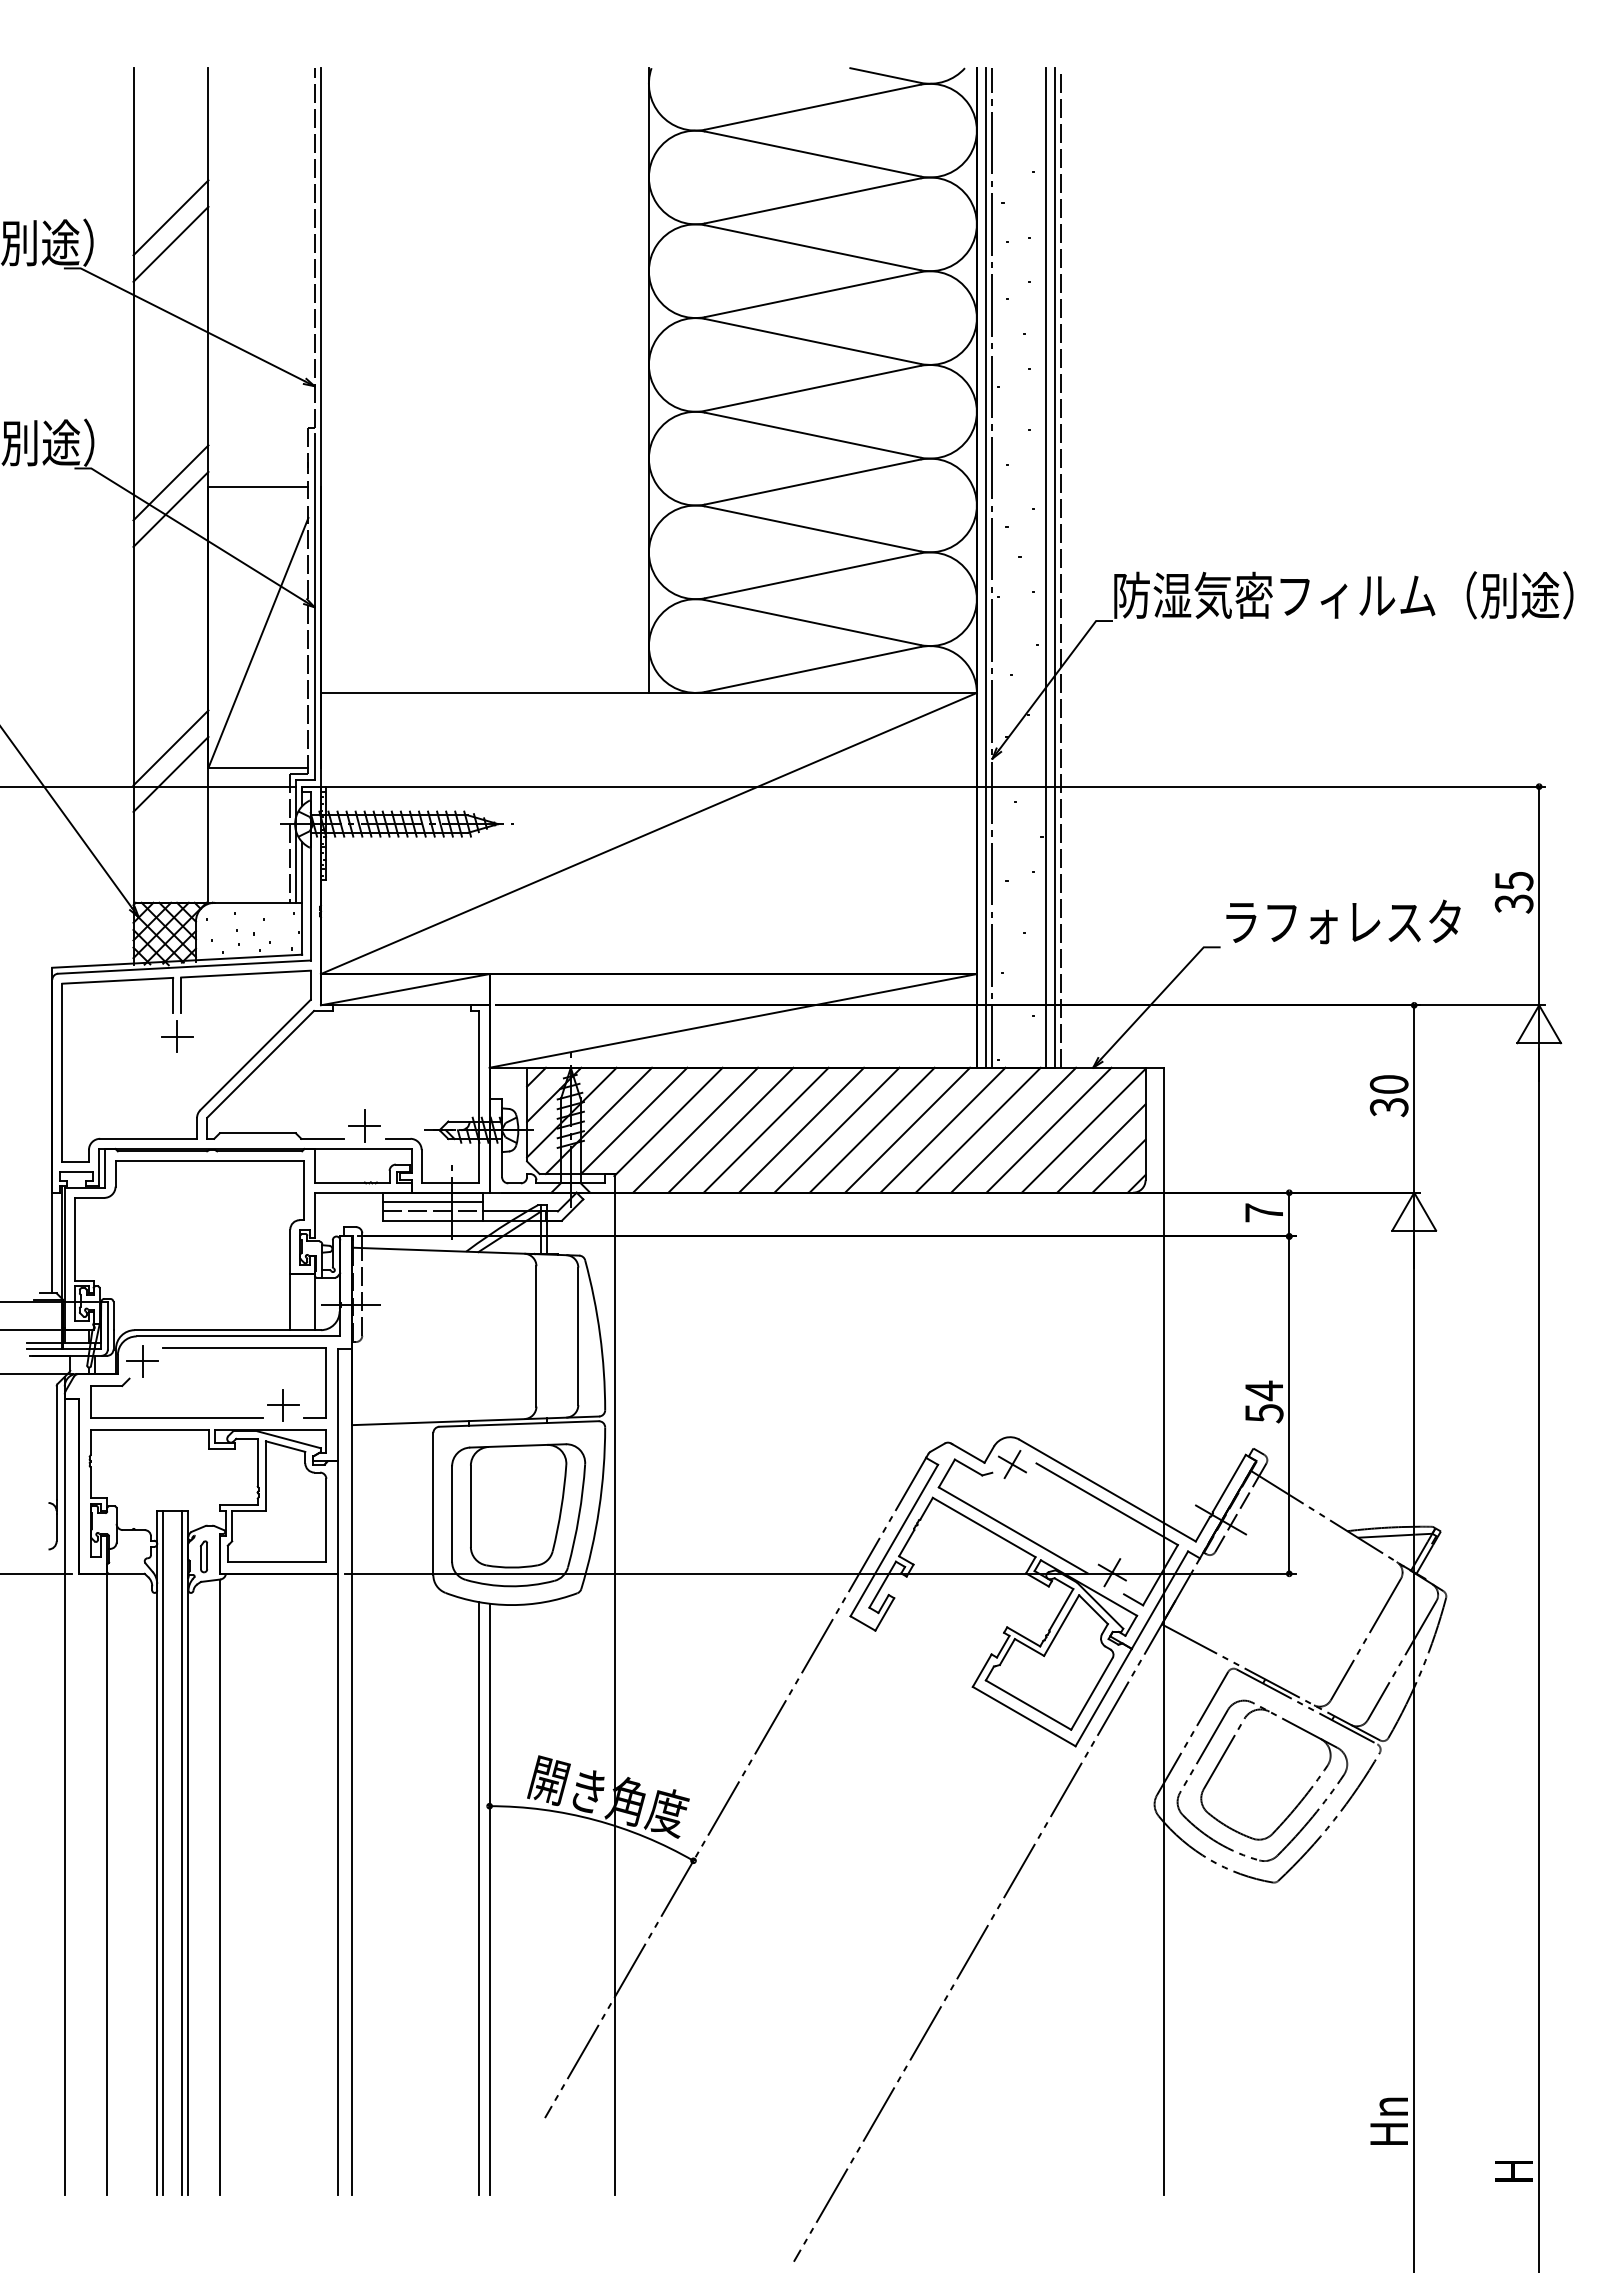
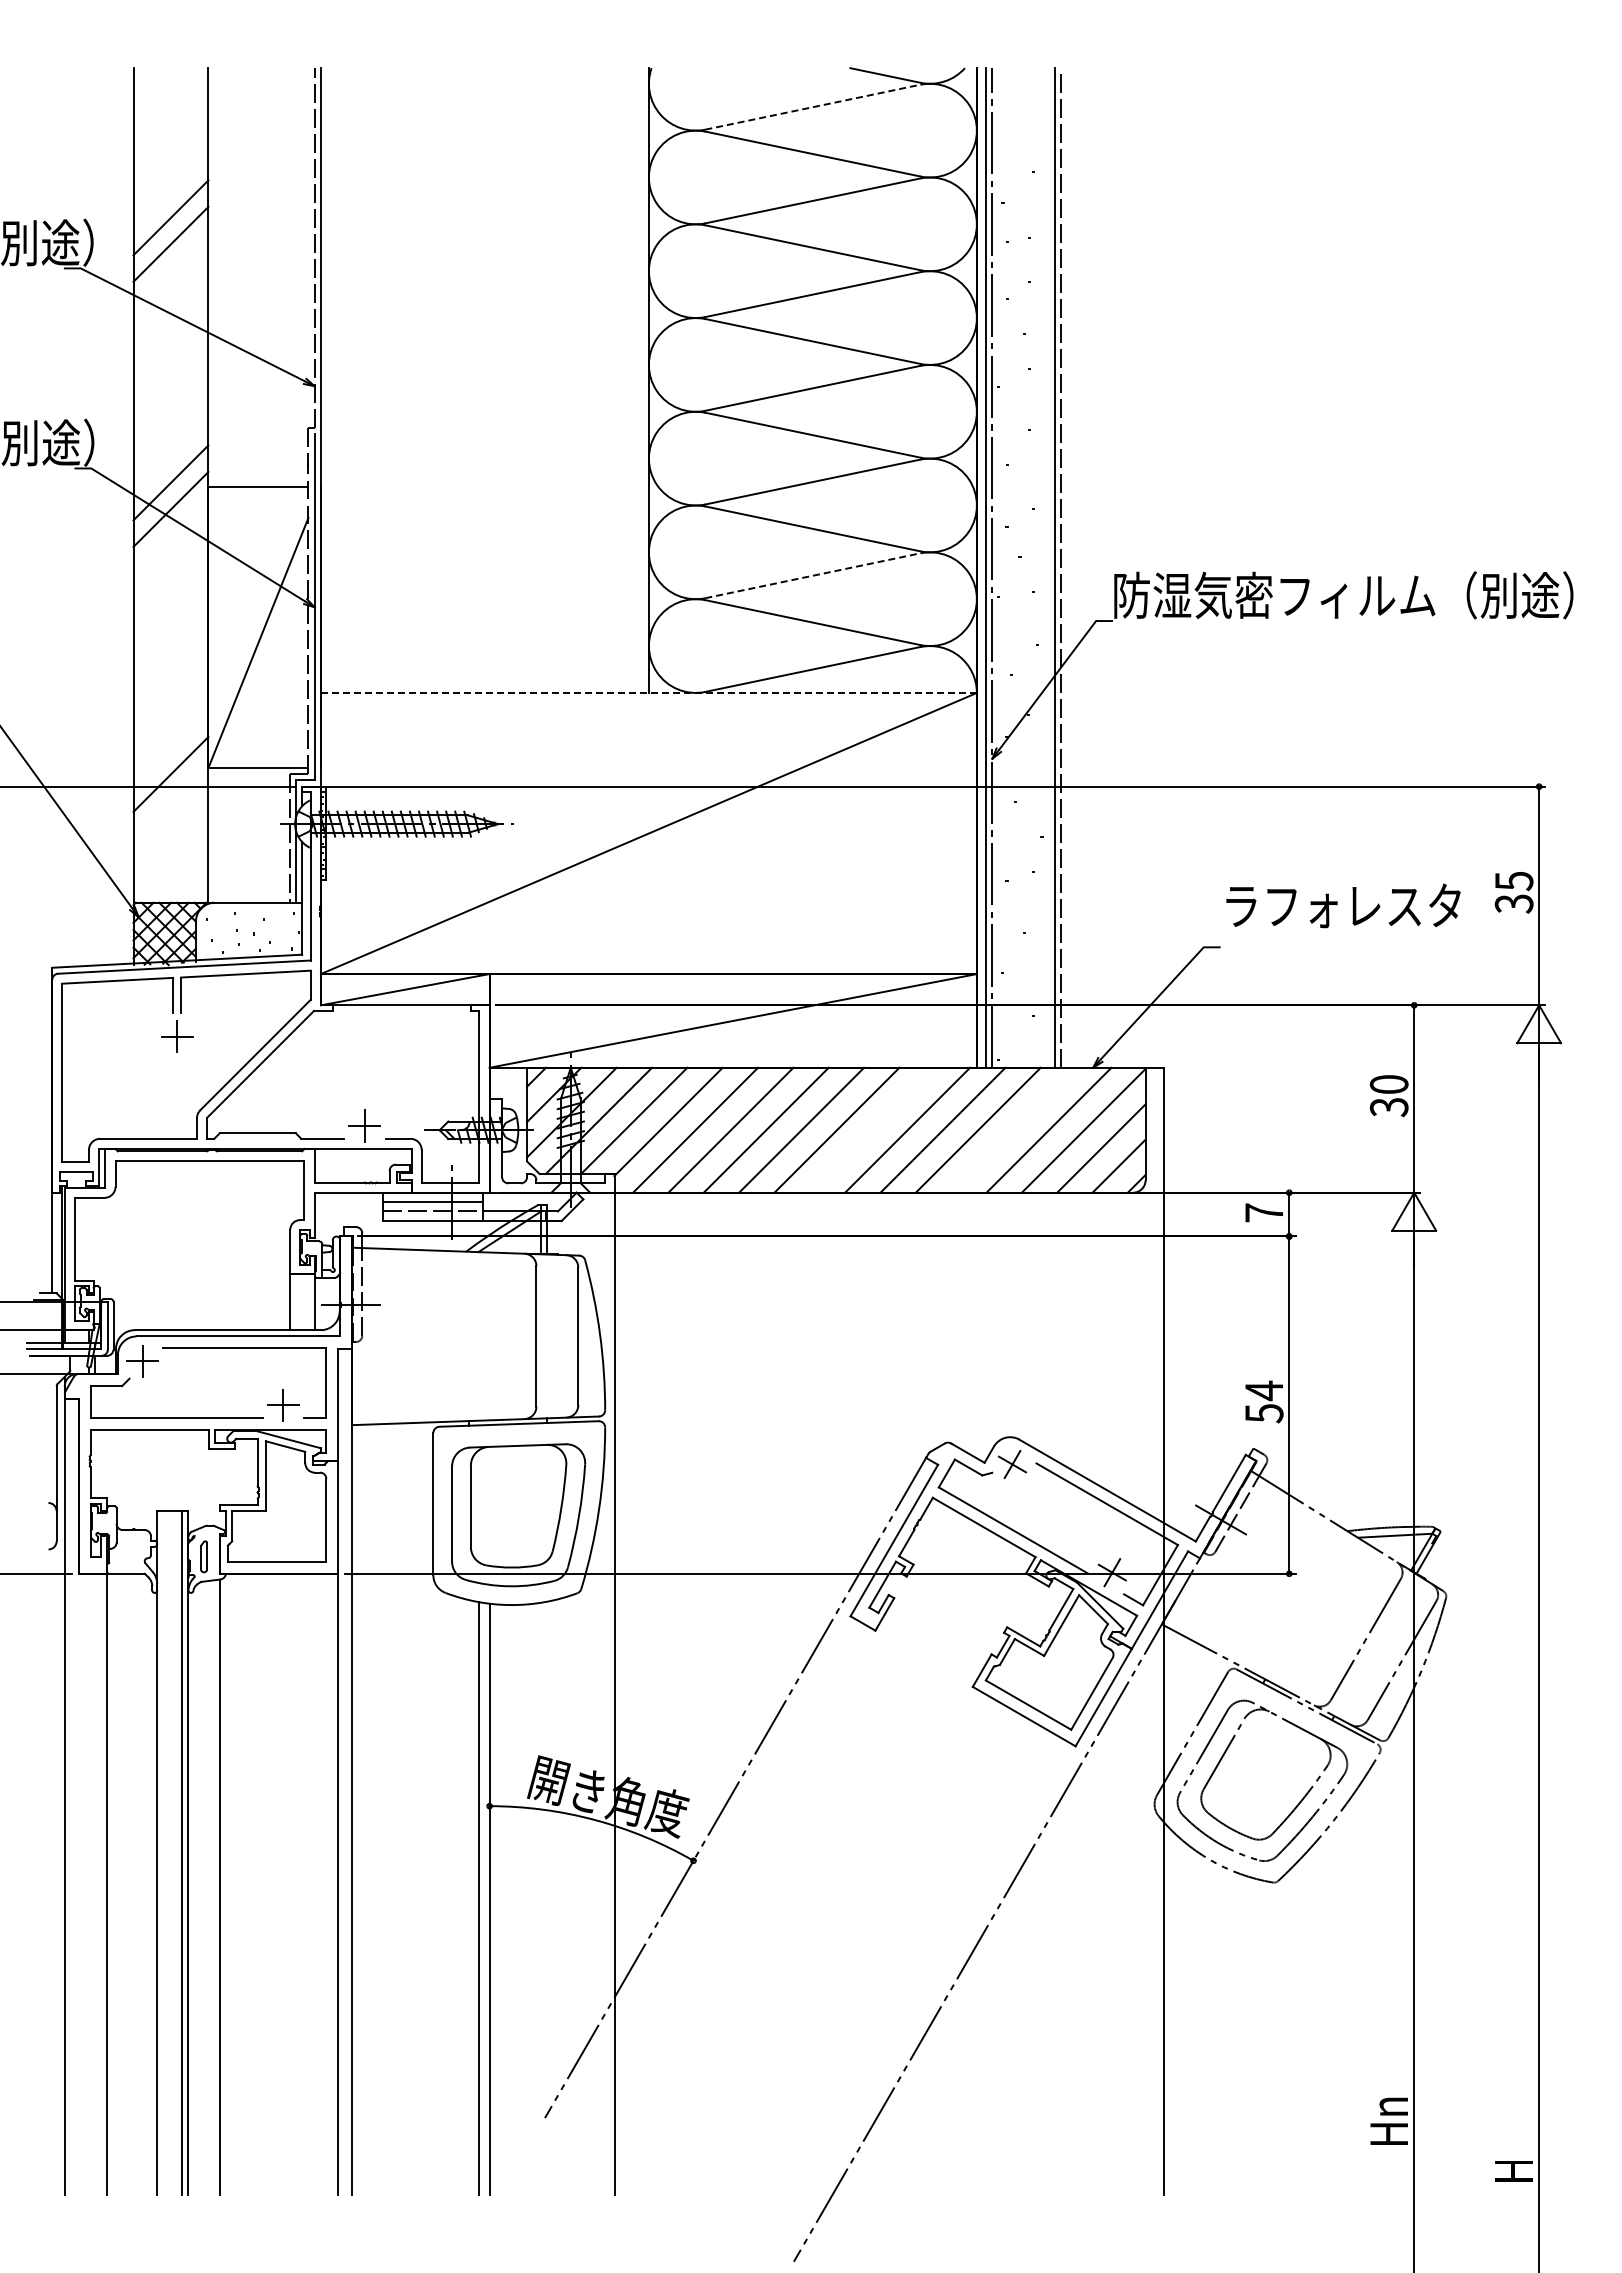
line at (812, 107): solid -> dashed
line at (1045, 567): present -> none
line at (812, 575): solid -> dashed
line at (648, 692): solid -> dashed
line at (170, 747): present -> none
text at (1343, 921) position: (1343, 921) -> (1343, 905)
line at (871, 1129): present -> none
line at (1013, 1129): present -> none
line at (163, 1853): present -> none
